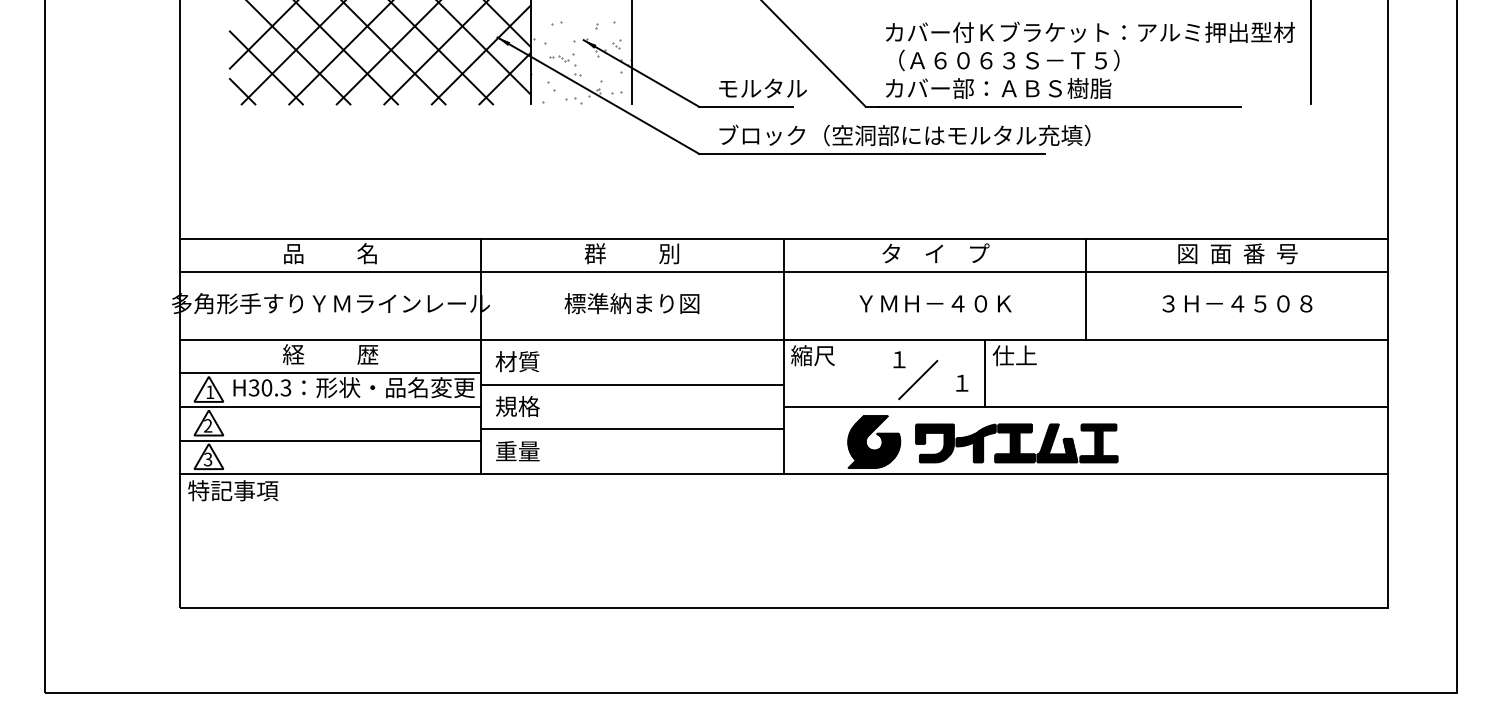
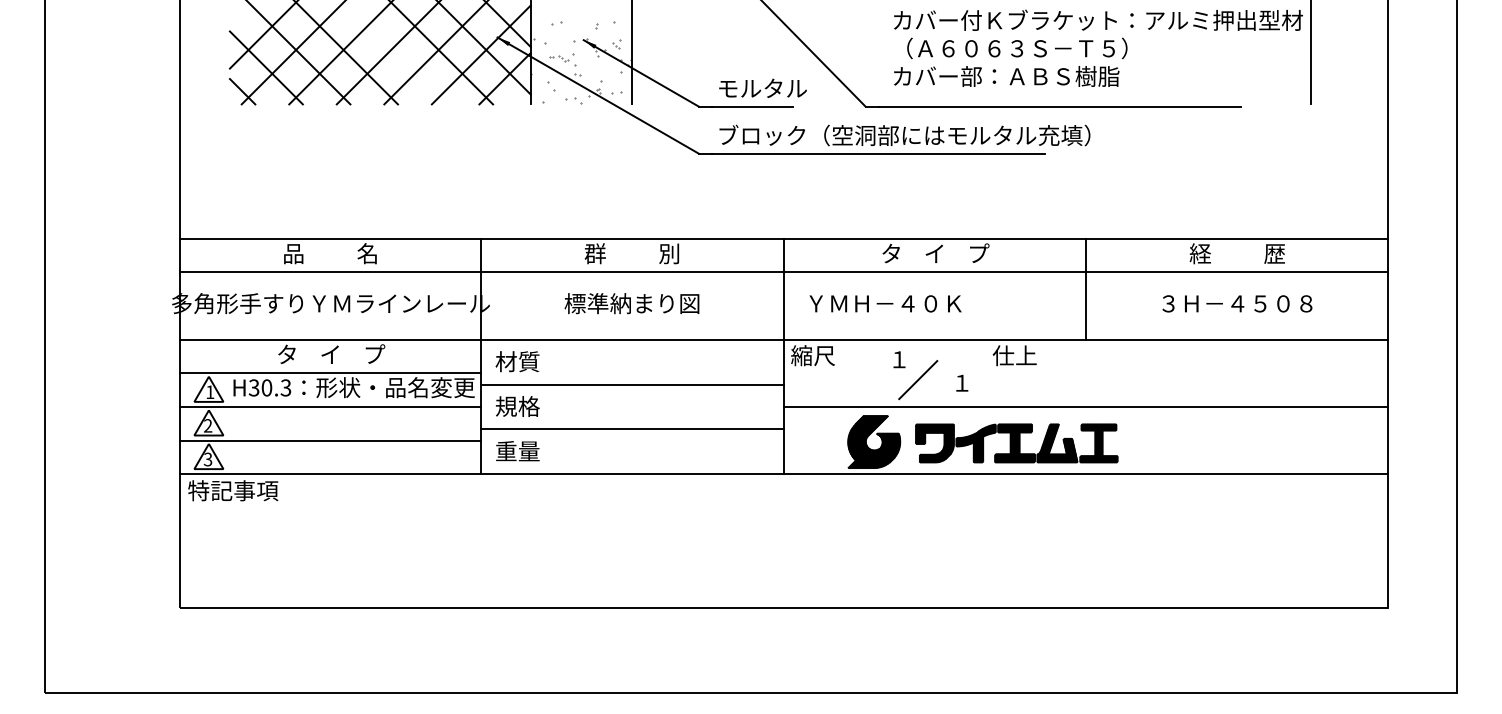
line at (394, 53): present -> none
text at (1090, 59) position: (1090, 59) -> (1098, 47)
text at (1237, 253): 図  面  番  号 -> 経          歴
text at (935, 303) position: (935, 303) -> (885, 303)
text at (331, 354): 経          歴 -> タ    イ    プ
line at (985, 372): present -> none
